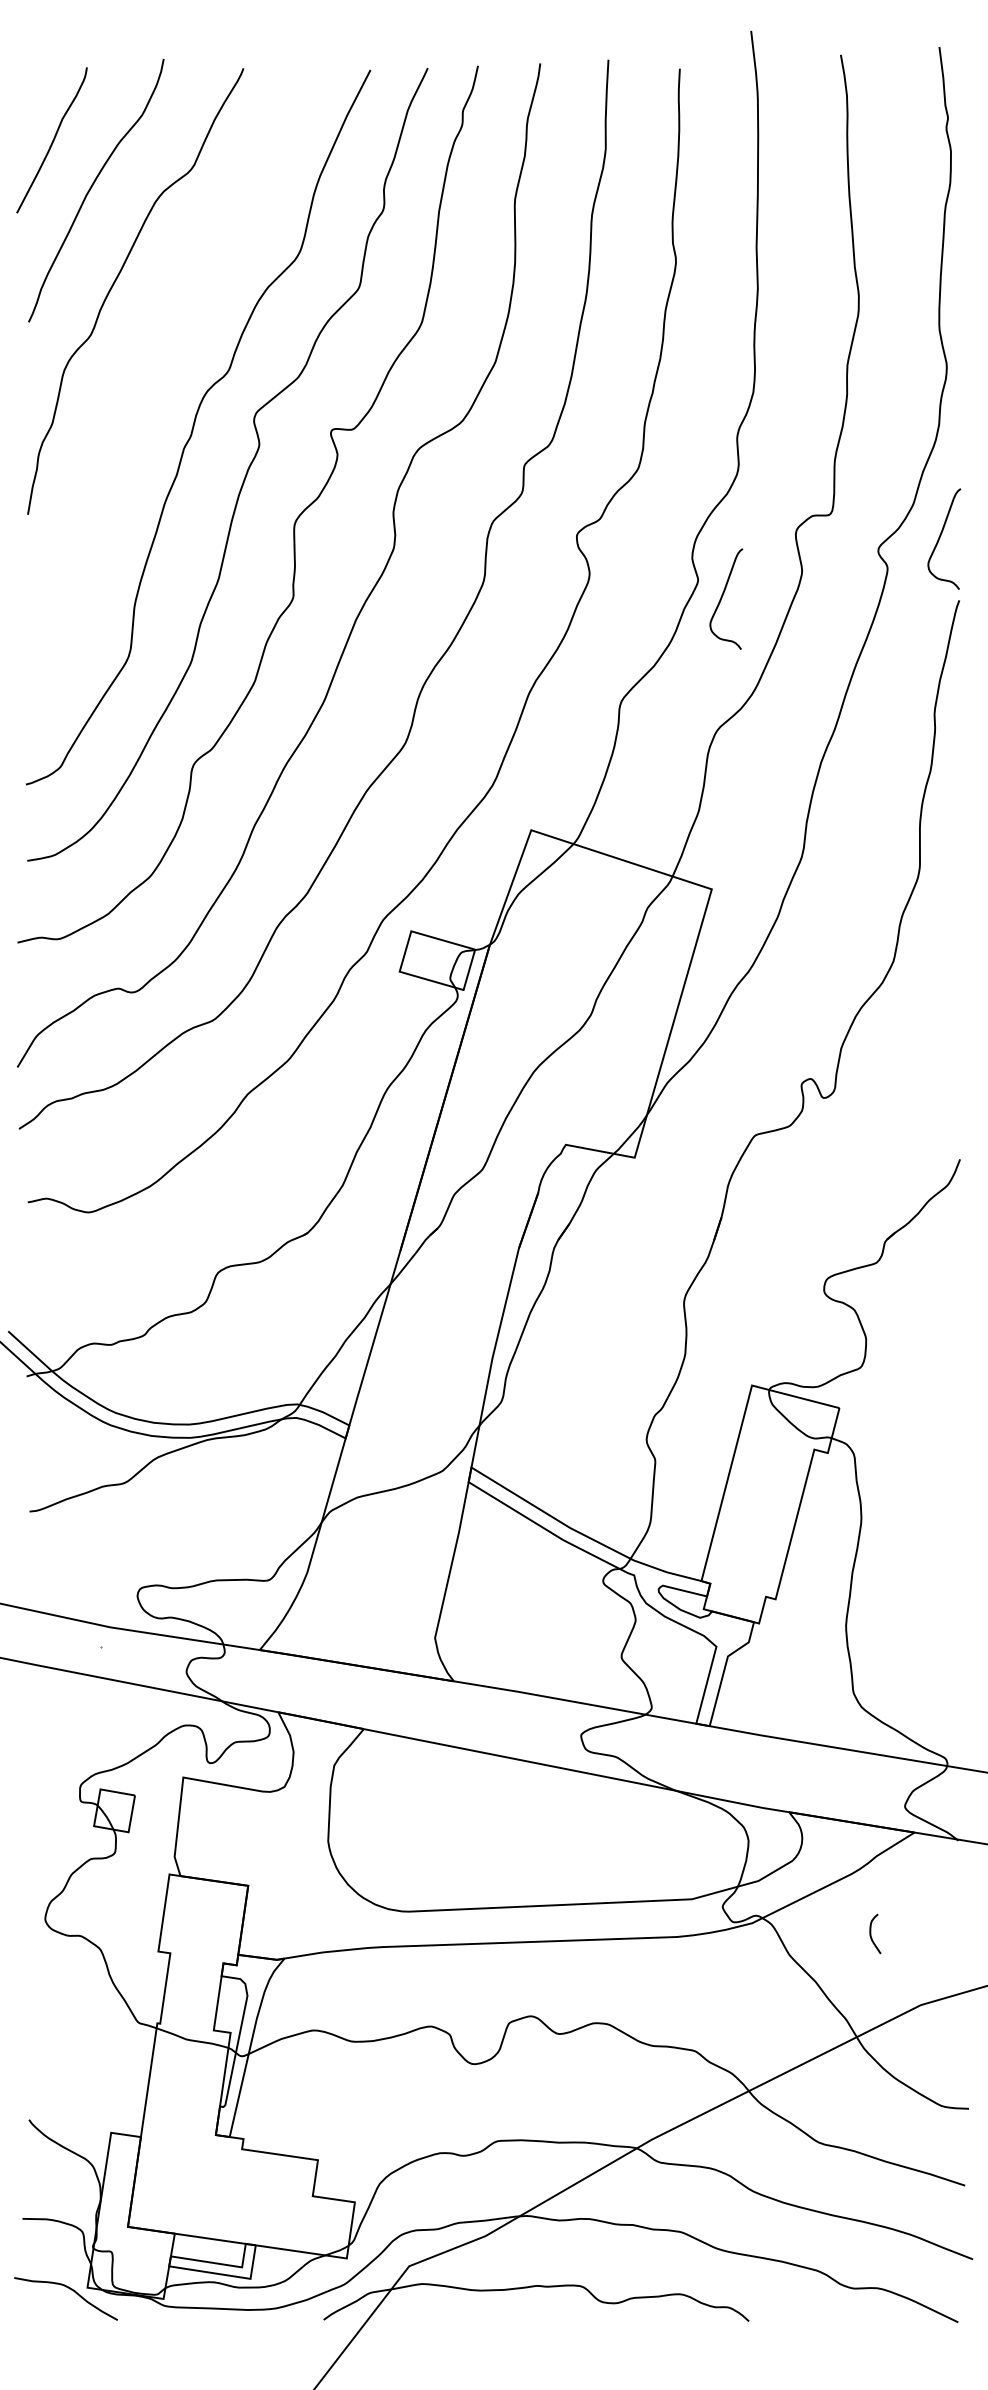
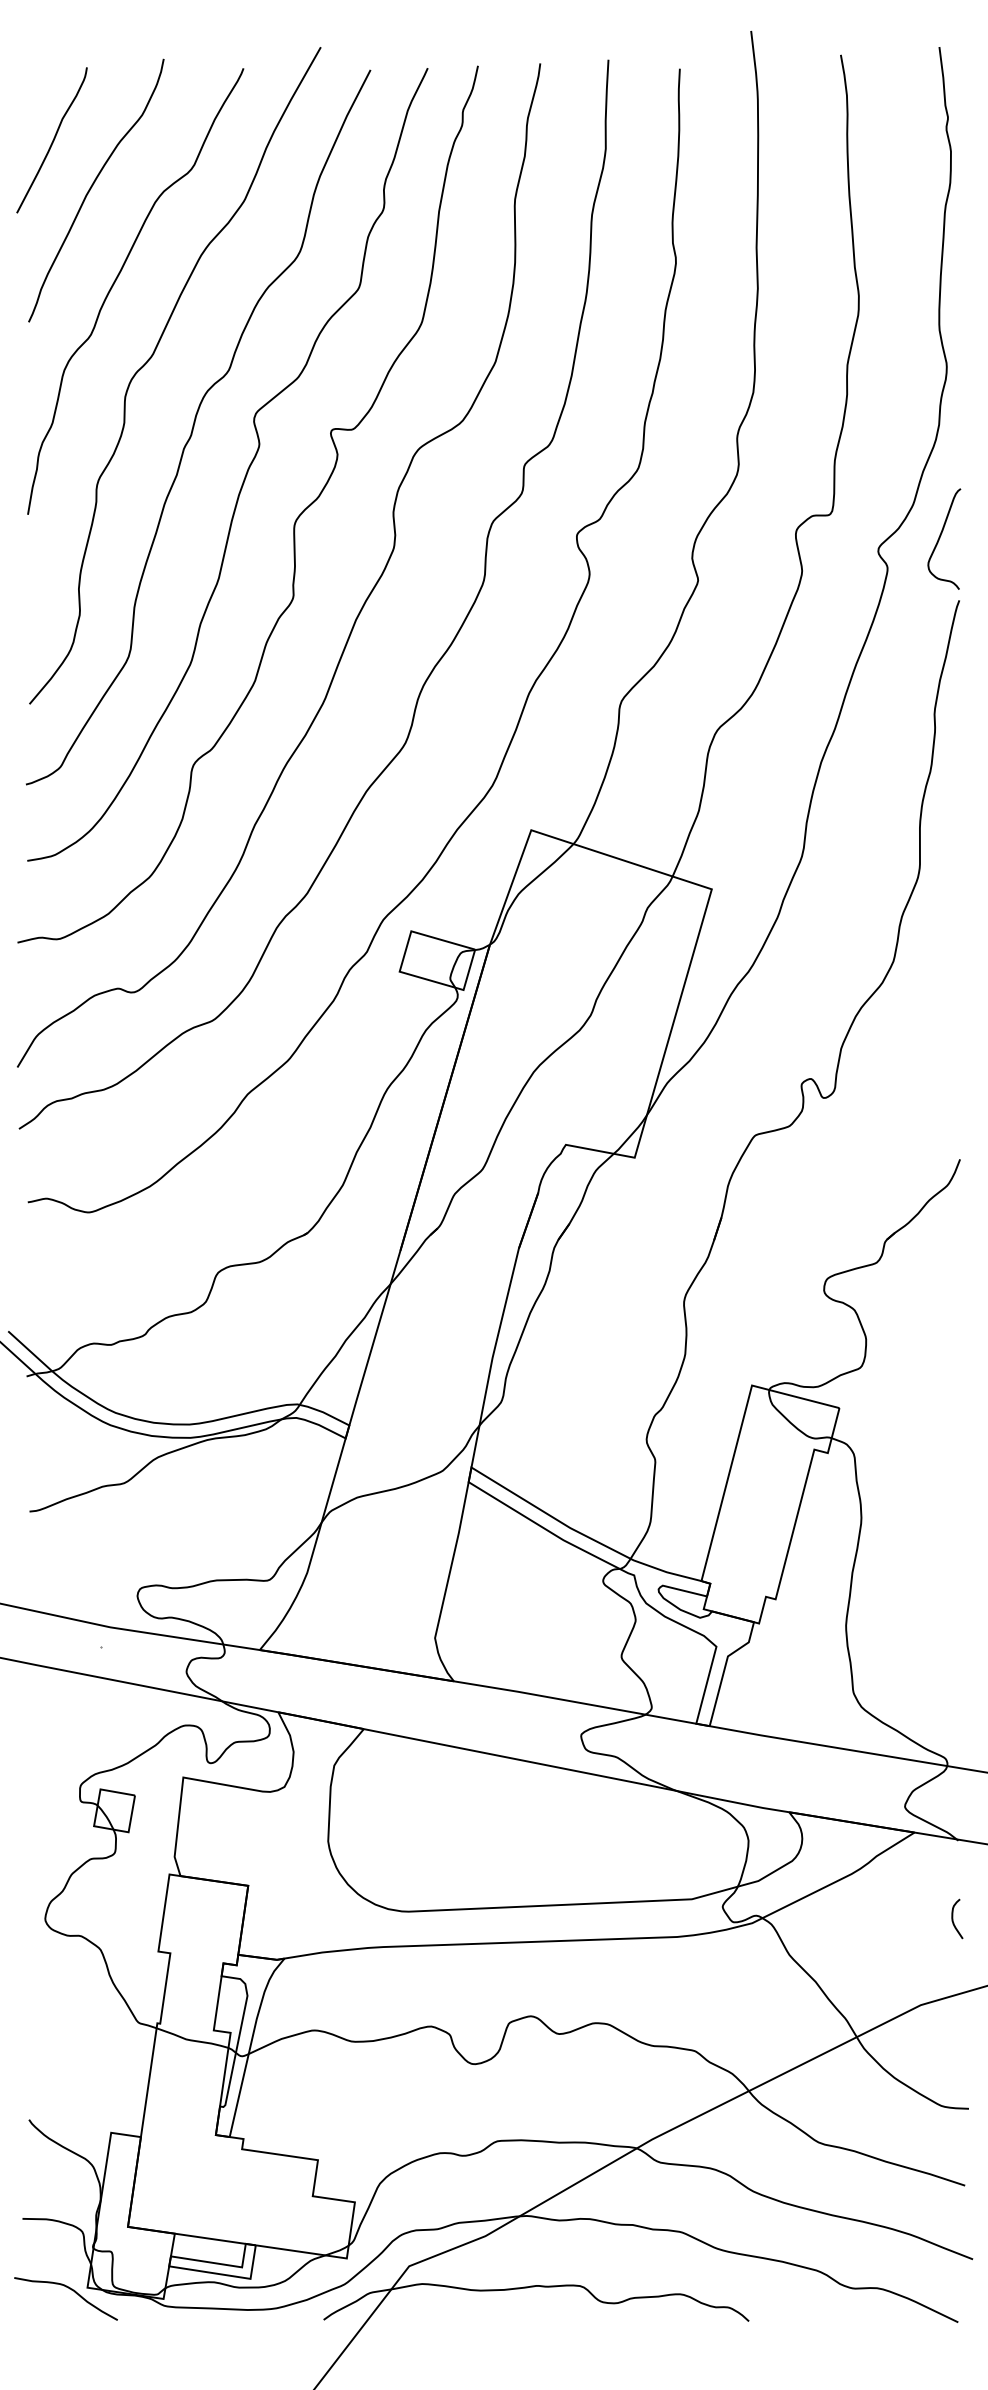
curve at (152, 357): none -> present
curve at (722, 598): present -> none
curve at (871, 1933) position: (871, 1933) -> (953, 1918)
